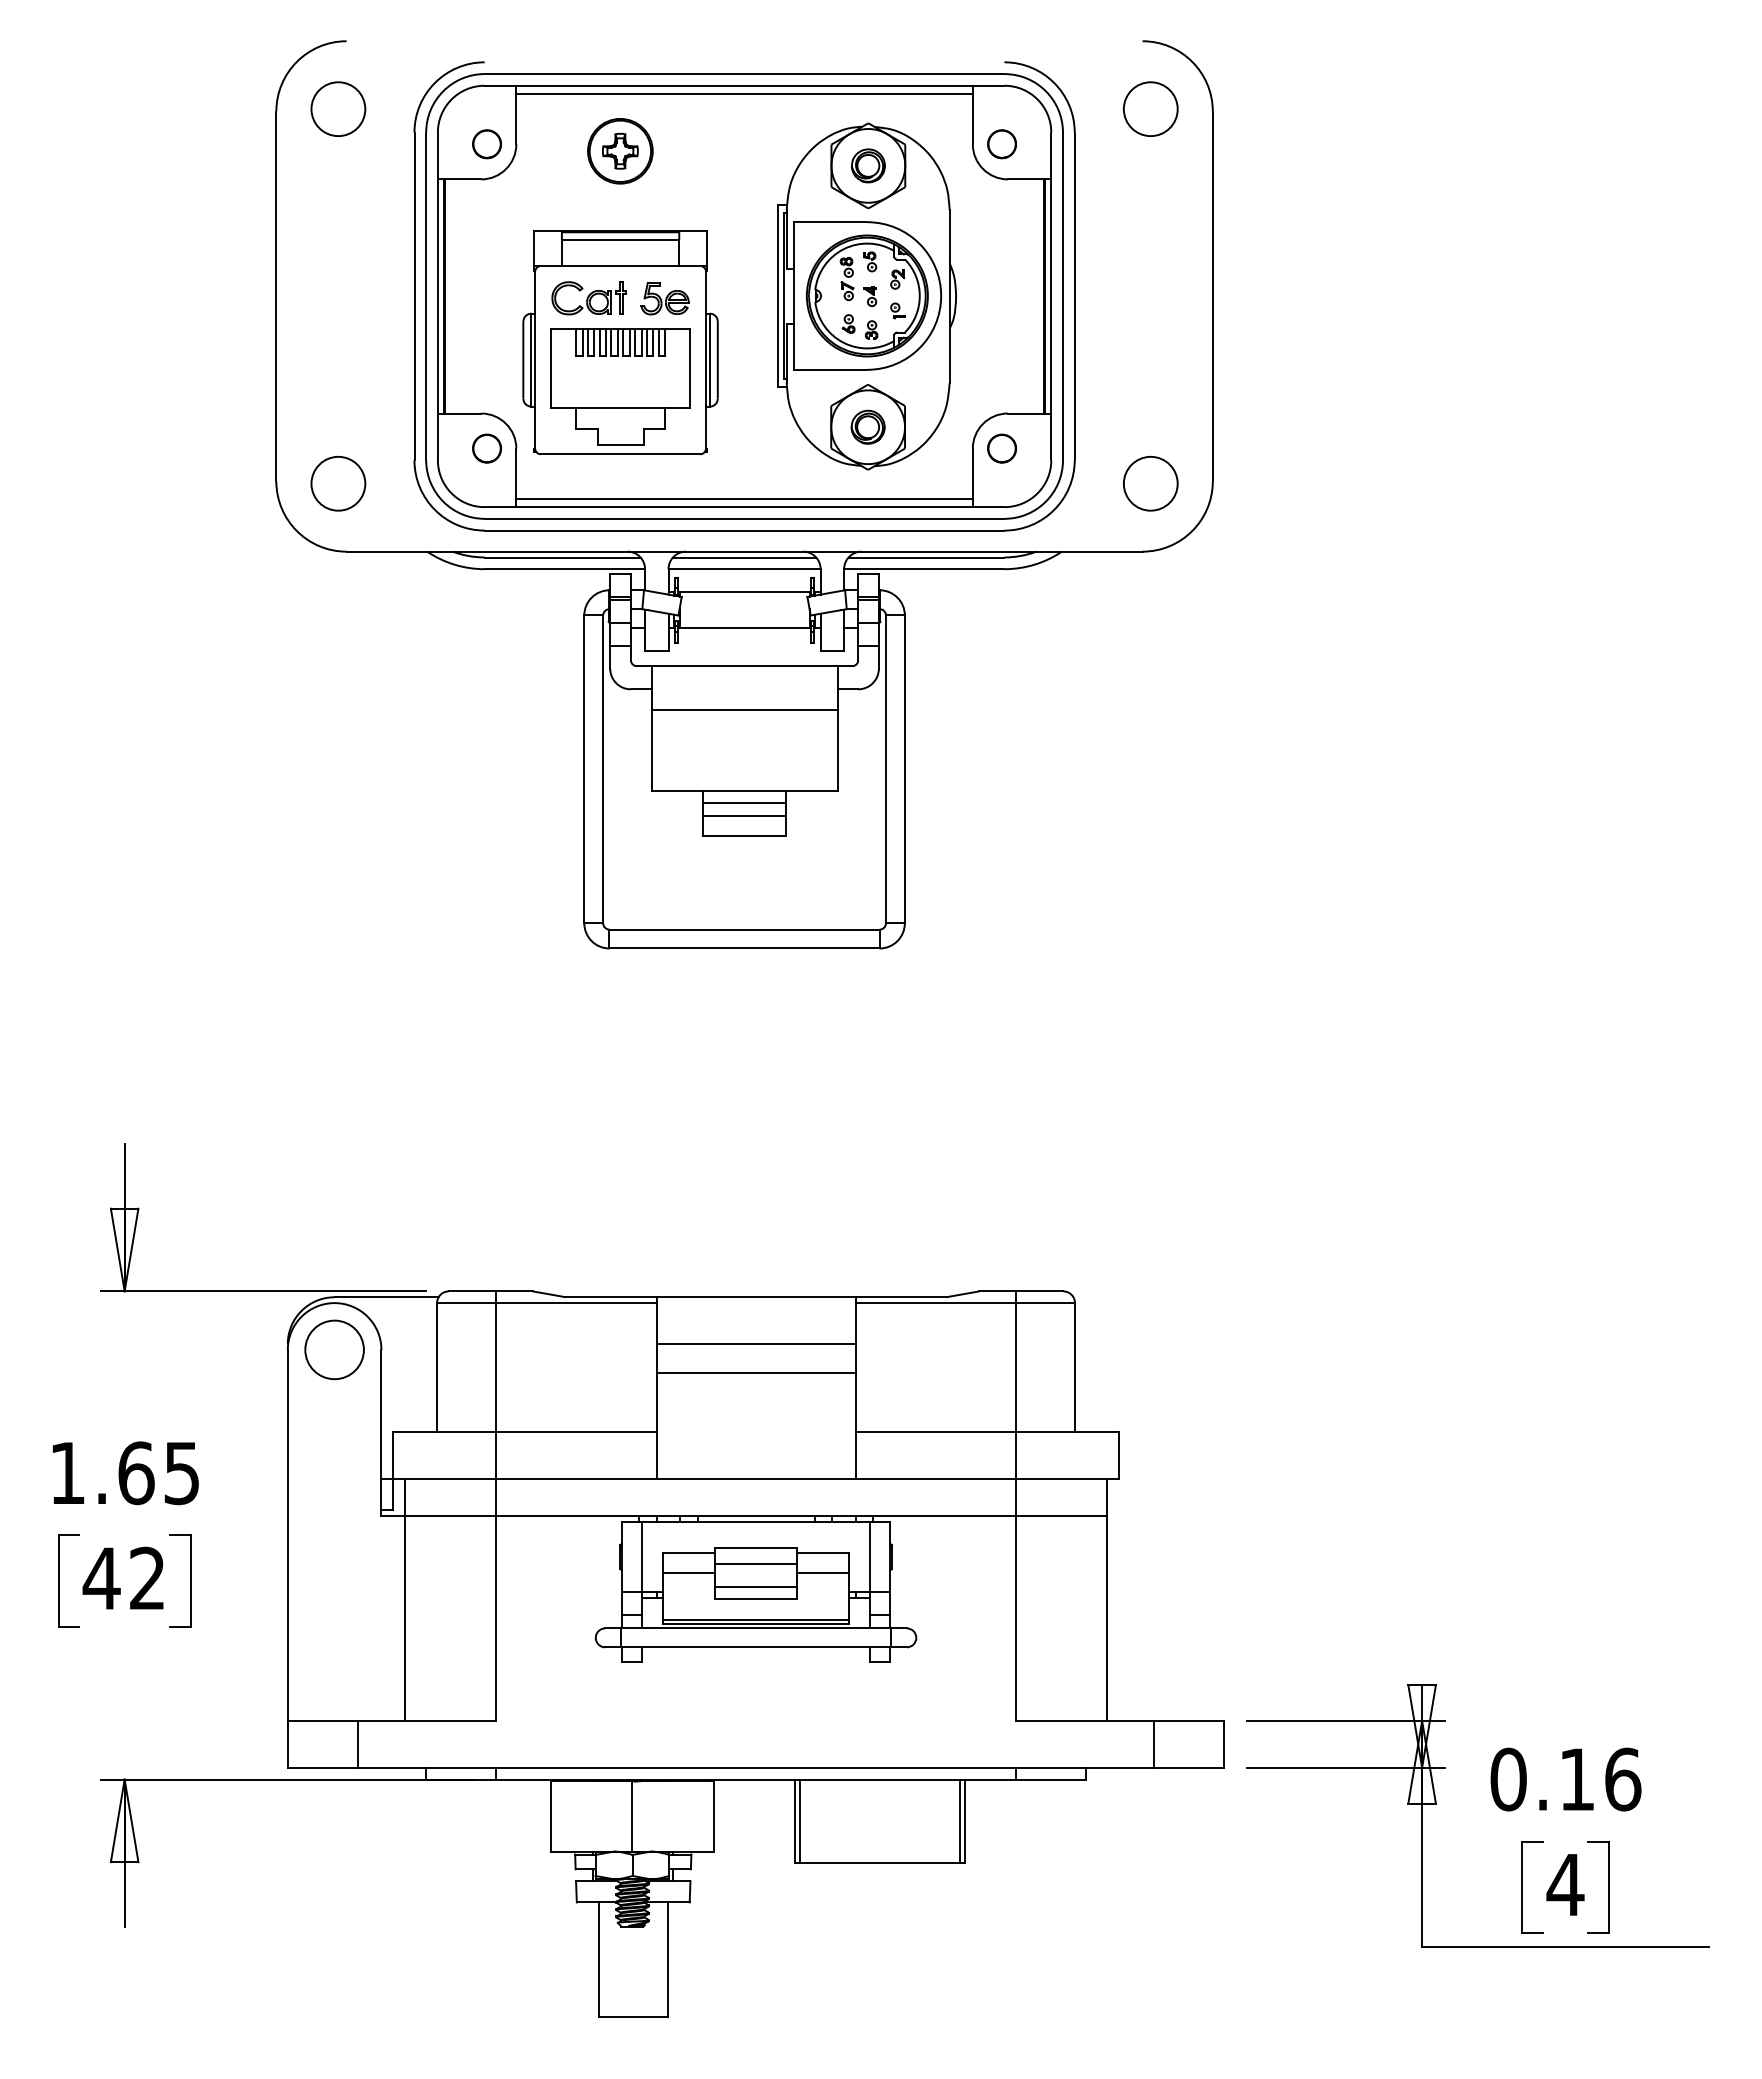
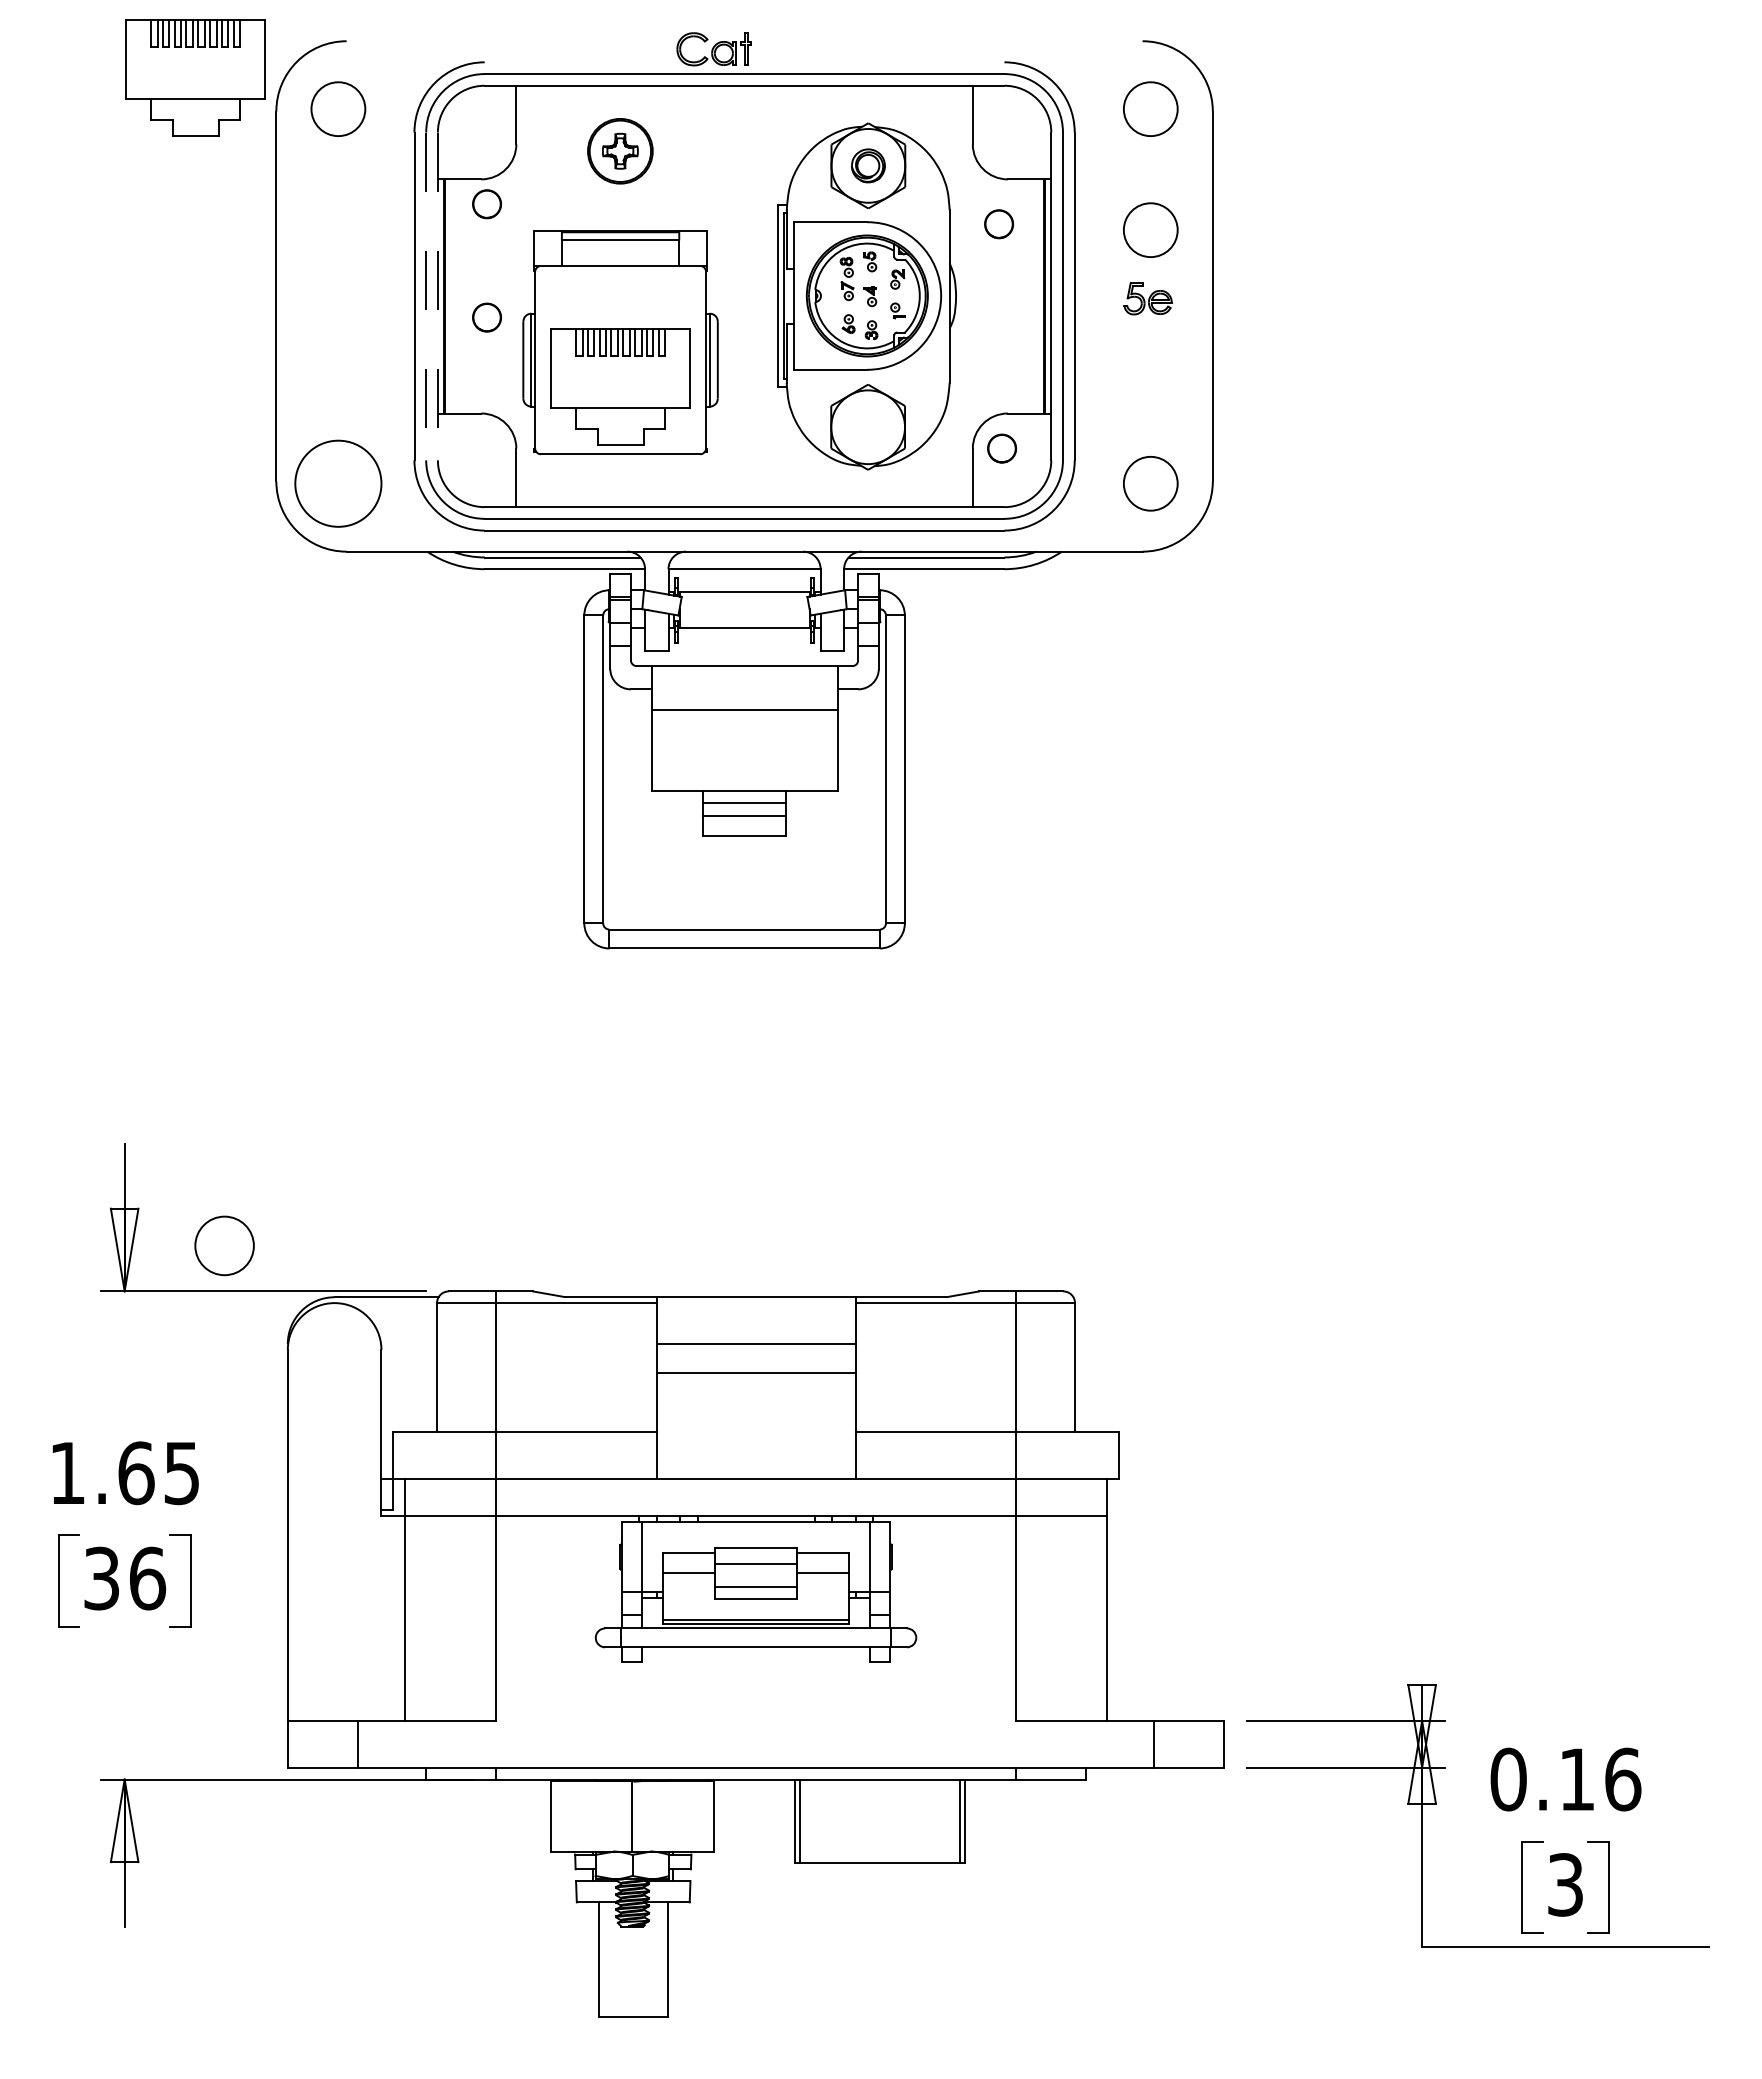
part at (195, 77): none -> present
line at (744, 94): present -> none
circle at (486, 144) position: (486, 144) -> (486, 204)
circle at (1001, 144) position: (1001, 144) -> (998, 224)
circle at (1150, 229): none -> present
line at (426, 296): solid -> dashed
line at (437, 296): solid -> dashed
part at (588, 298) position: (588, 298) -> (713, 49)
part at (664, 298) position: (664, 298) -> (1147, 298)
part at (867, 426): present -> none
circle at (486, 448) position: (486, 448) -> (486, 317)
circle at (338, 483) diameter: 54 px -> 86 px
line at (744, 498): present -> none
line at (744, 557): present -> none
circle at (334, 1349) position: (334, 1349) -> (224, 1245)
text at (124, 1578): 42 -> 36
text at (1565, 1884): 4 -> 3
